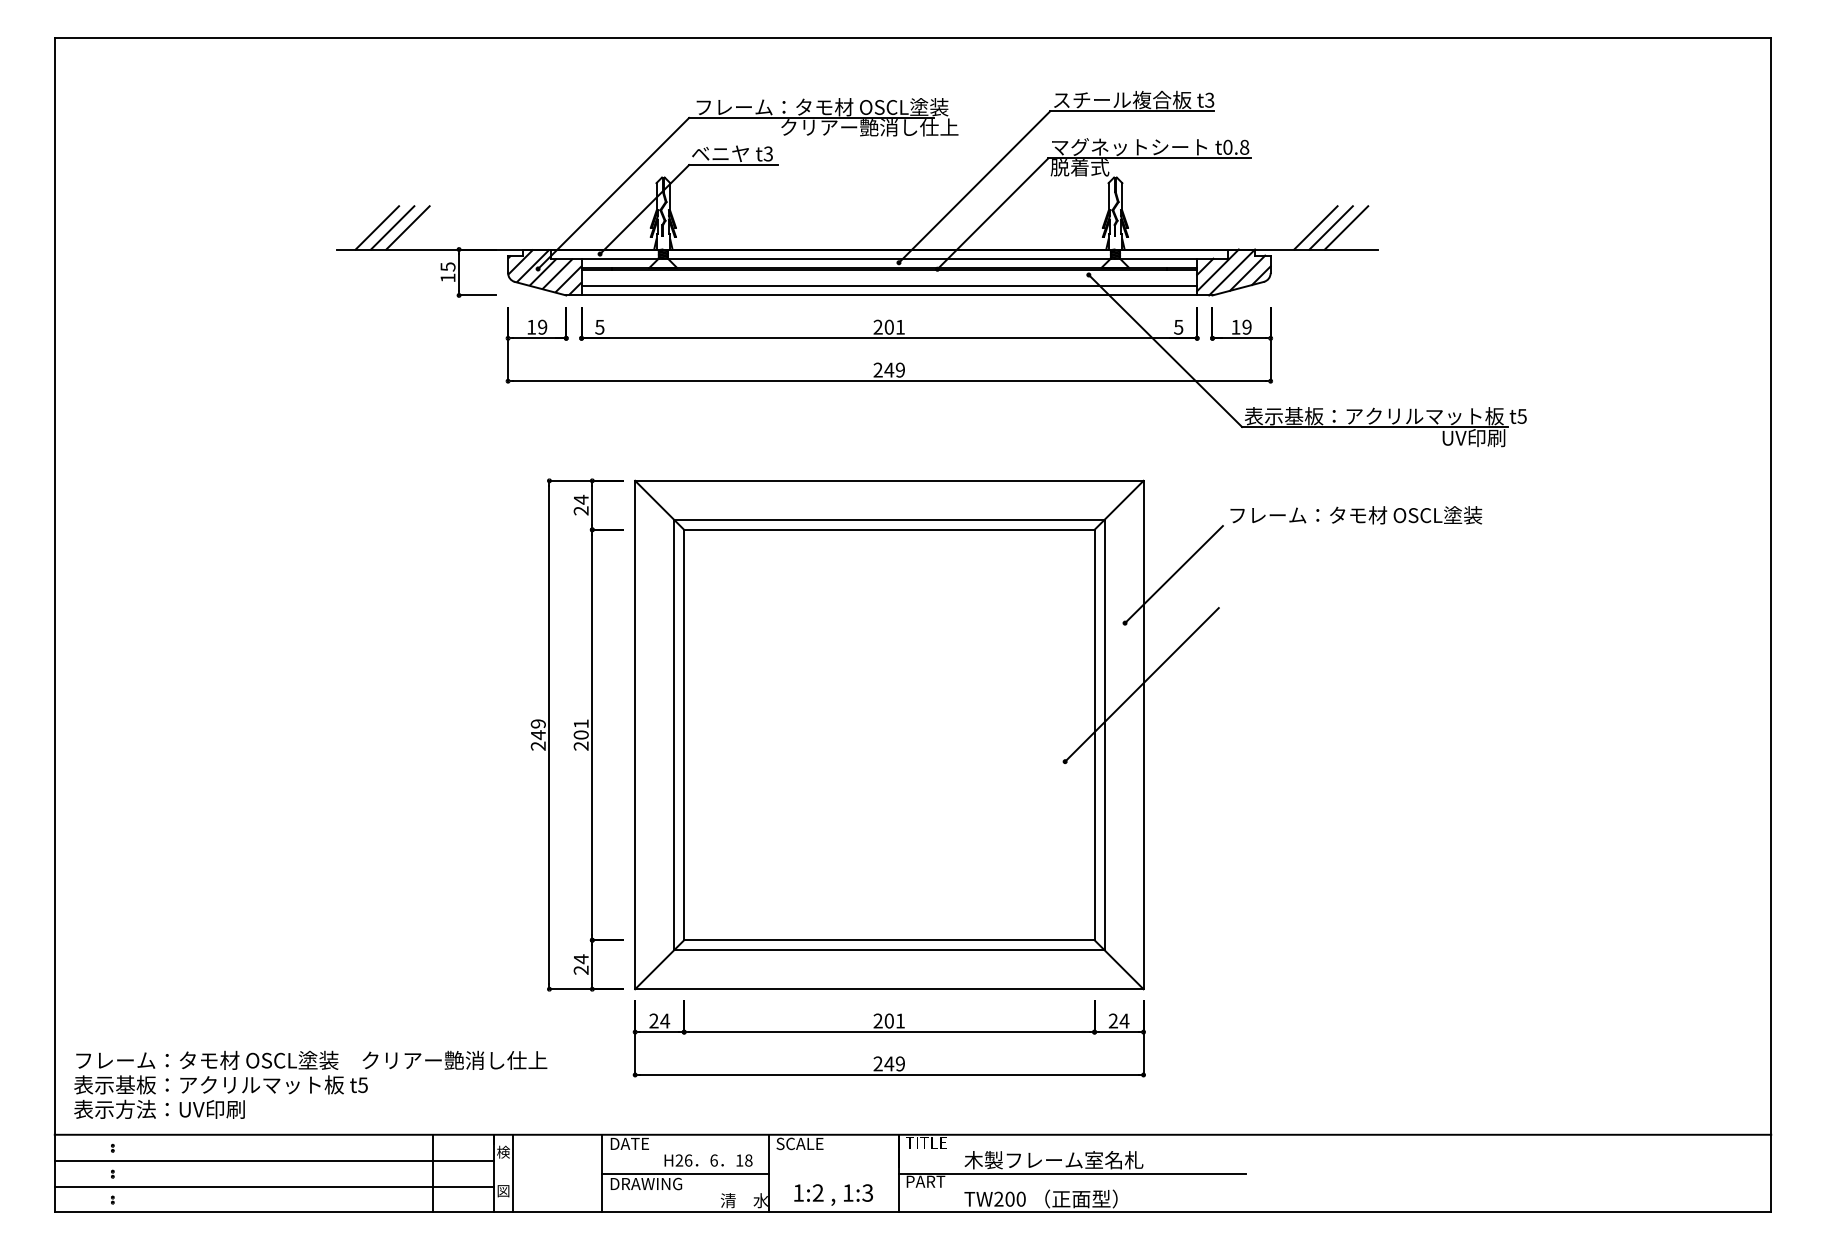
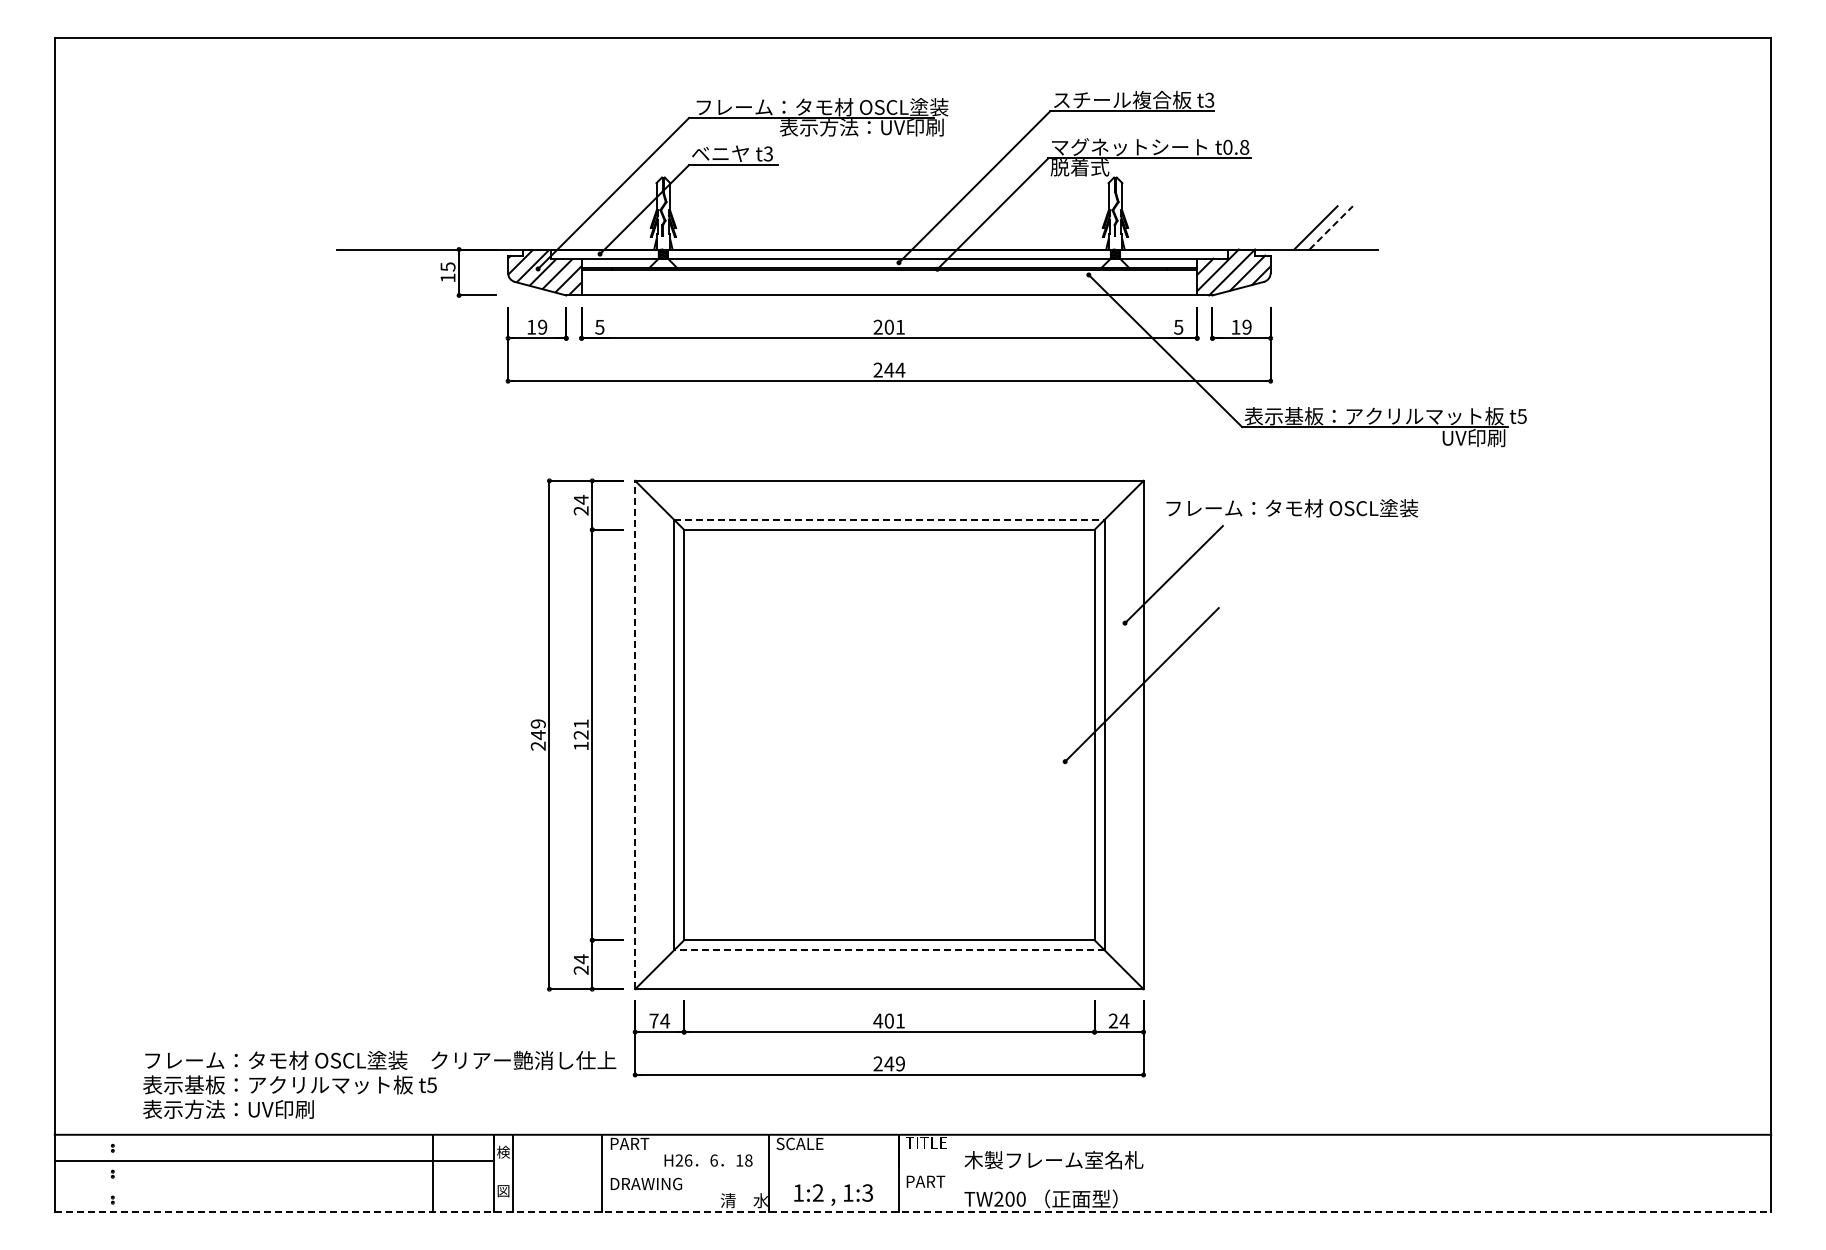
text at (868, 127): クリアー艶消し仕上 -> 表示方法：UV印刷
line at (377, 227): present -> none
line at (392, 227): present -> none
line at (407, 227): present -> none
line at (1331, 227): solid -> dashed
line at (1346, 227): present -> none
line at (889, 285): present -> none
text at (900, 369): 249 -> 244
text at (1356, 515) position: (1356, 515) -> (1292, 508)
line at (889, 519): solid -> dashed
line at (635, 734): solid -> dashed
text at (580, 740): 201 -> 121
line at (888, 950): solid -> dashed
text at (653, 1020): 24 -> 74
text at (878, 1020): 201 -> 401
text at (310, 1084) position: (310, 1084) -> (379, 1084)
text at (630, 1143): DATE -> PART
line at (684, 1173): present -> none
line at (1072, 1173): present -> none
line at (274, 1186): present -> none
line at (913, 1212): solid -> dashed
